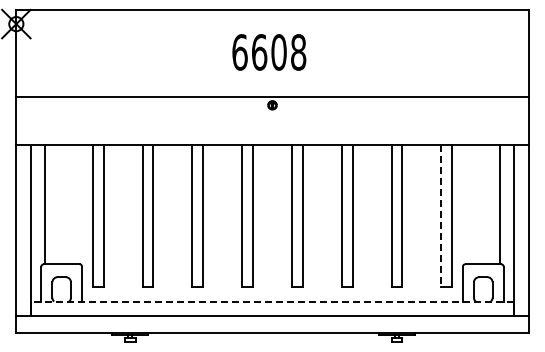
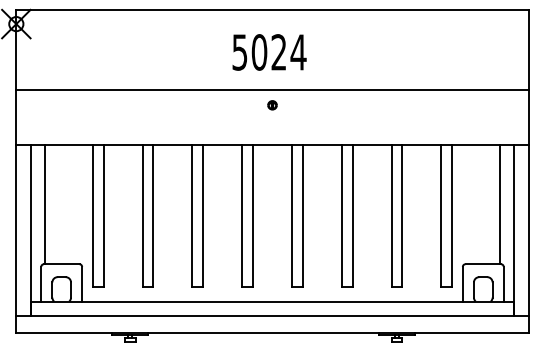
text at (269, 52): 6608 -> 5024
line at (272, 96) position: (272, 96) -> (272, 89)
line at (441, 215): dashed -> solid
line at (272, 301): dashed -> solid
